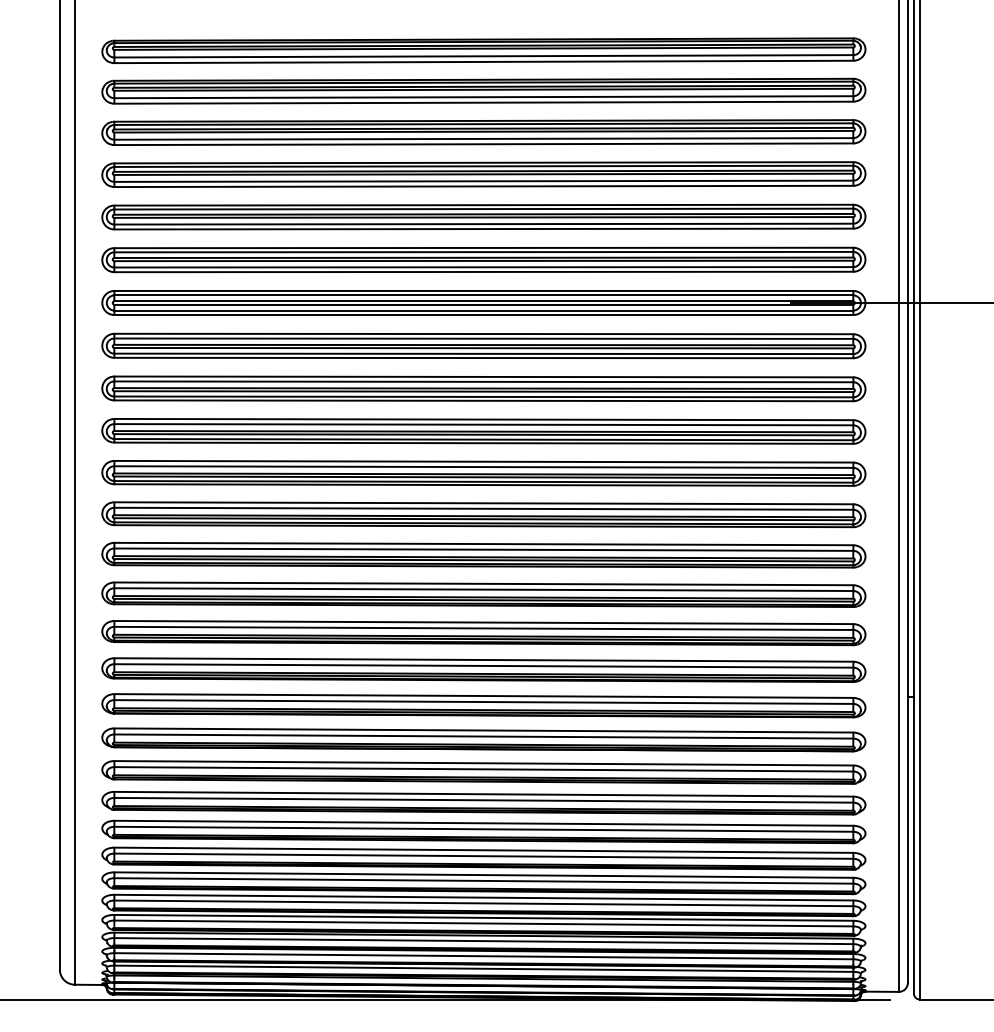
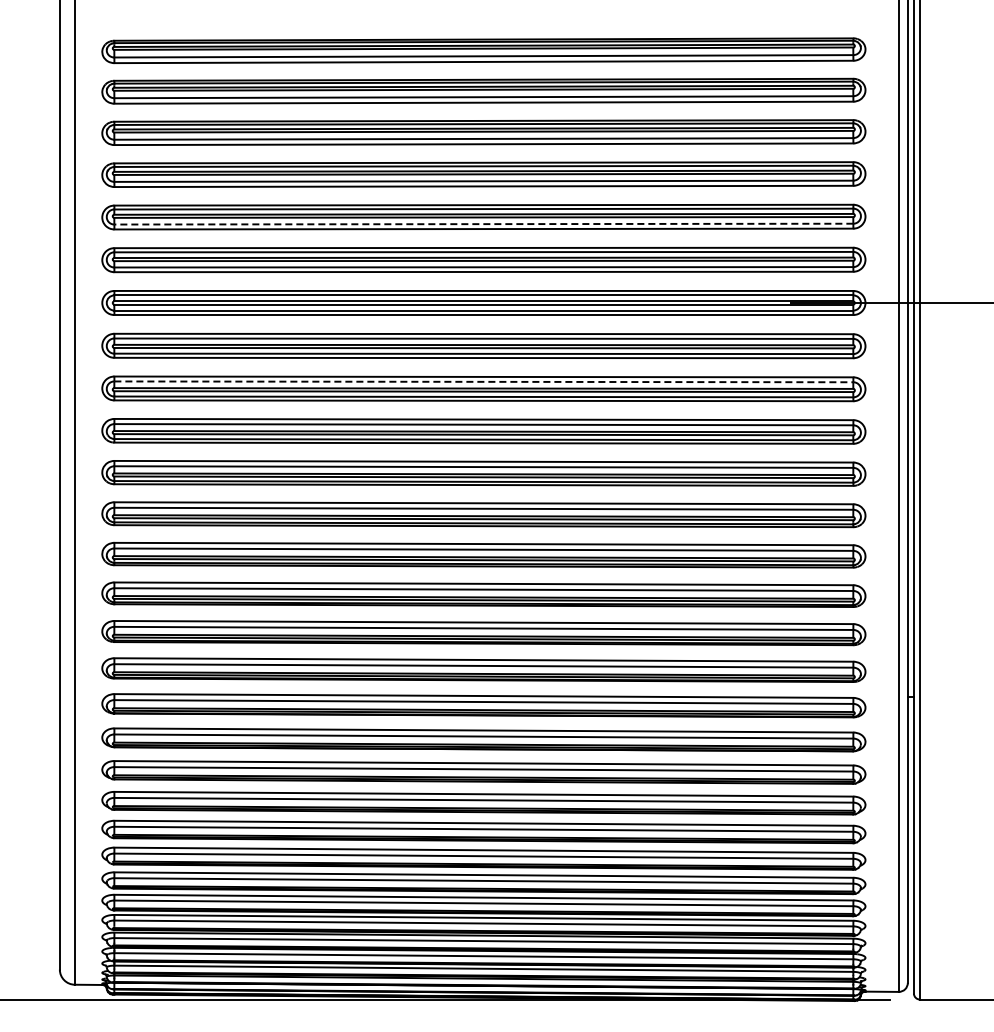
line at (483, 224): solid -> dashed
line at (484, 381): solid -> dashed
